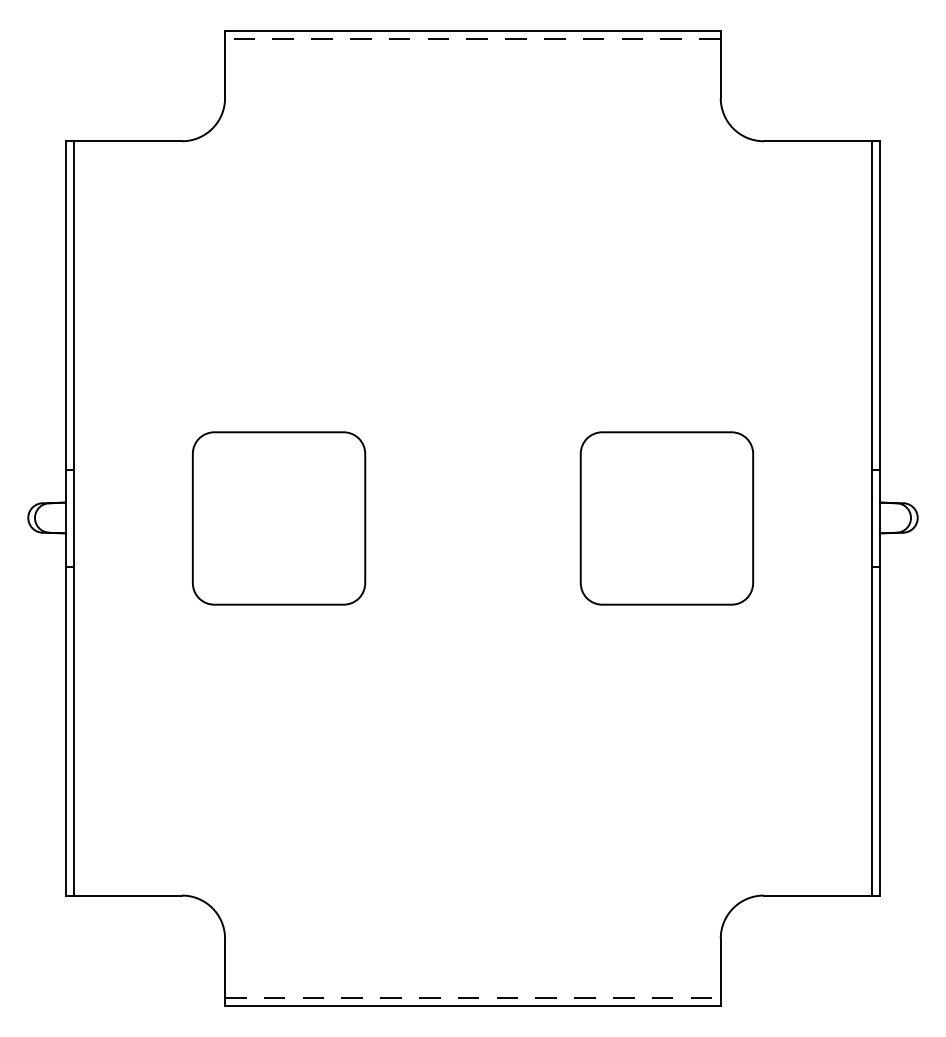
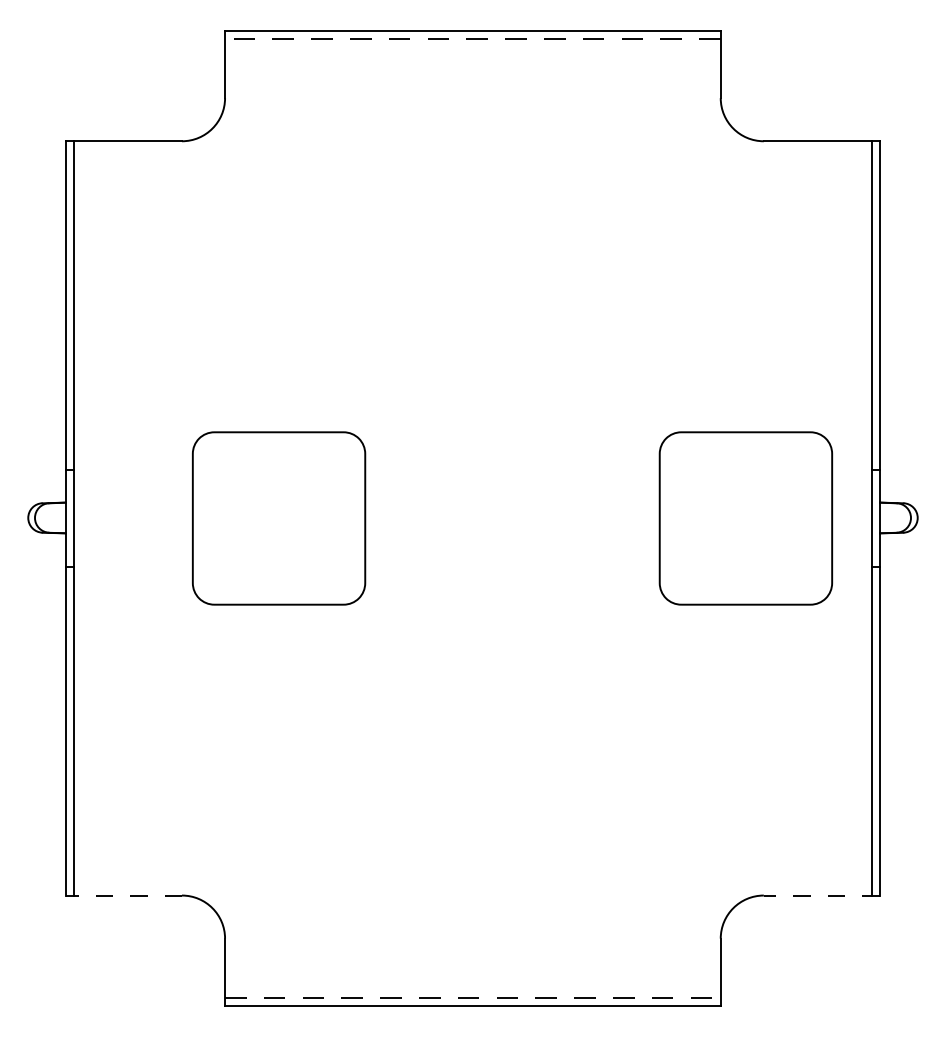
part at (666, 518) position: (666, 518) -> (745, 518)
line at (124, 895): solid -> dashed
line at (821, 895): solid -> dashed
